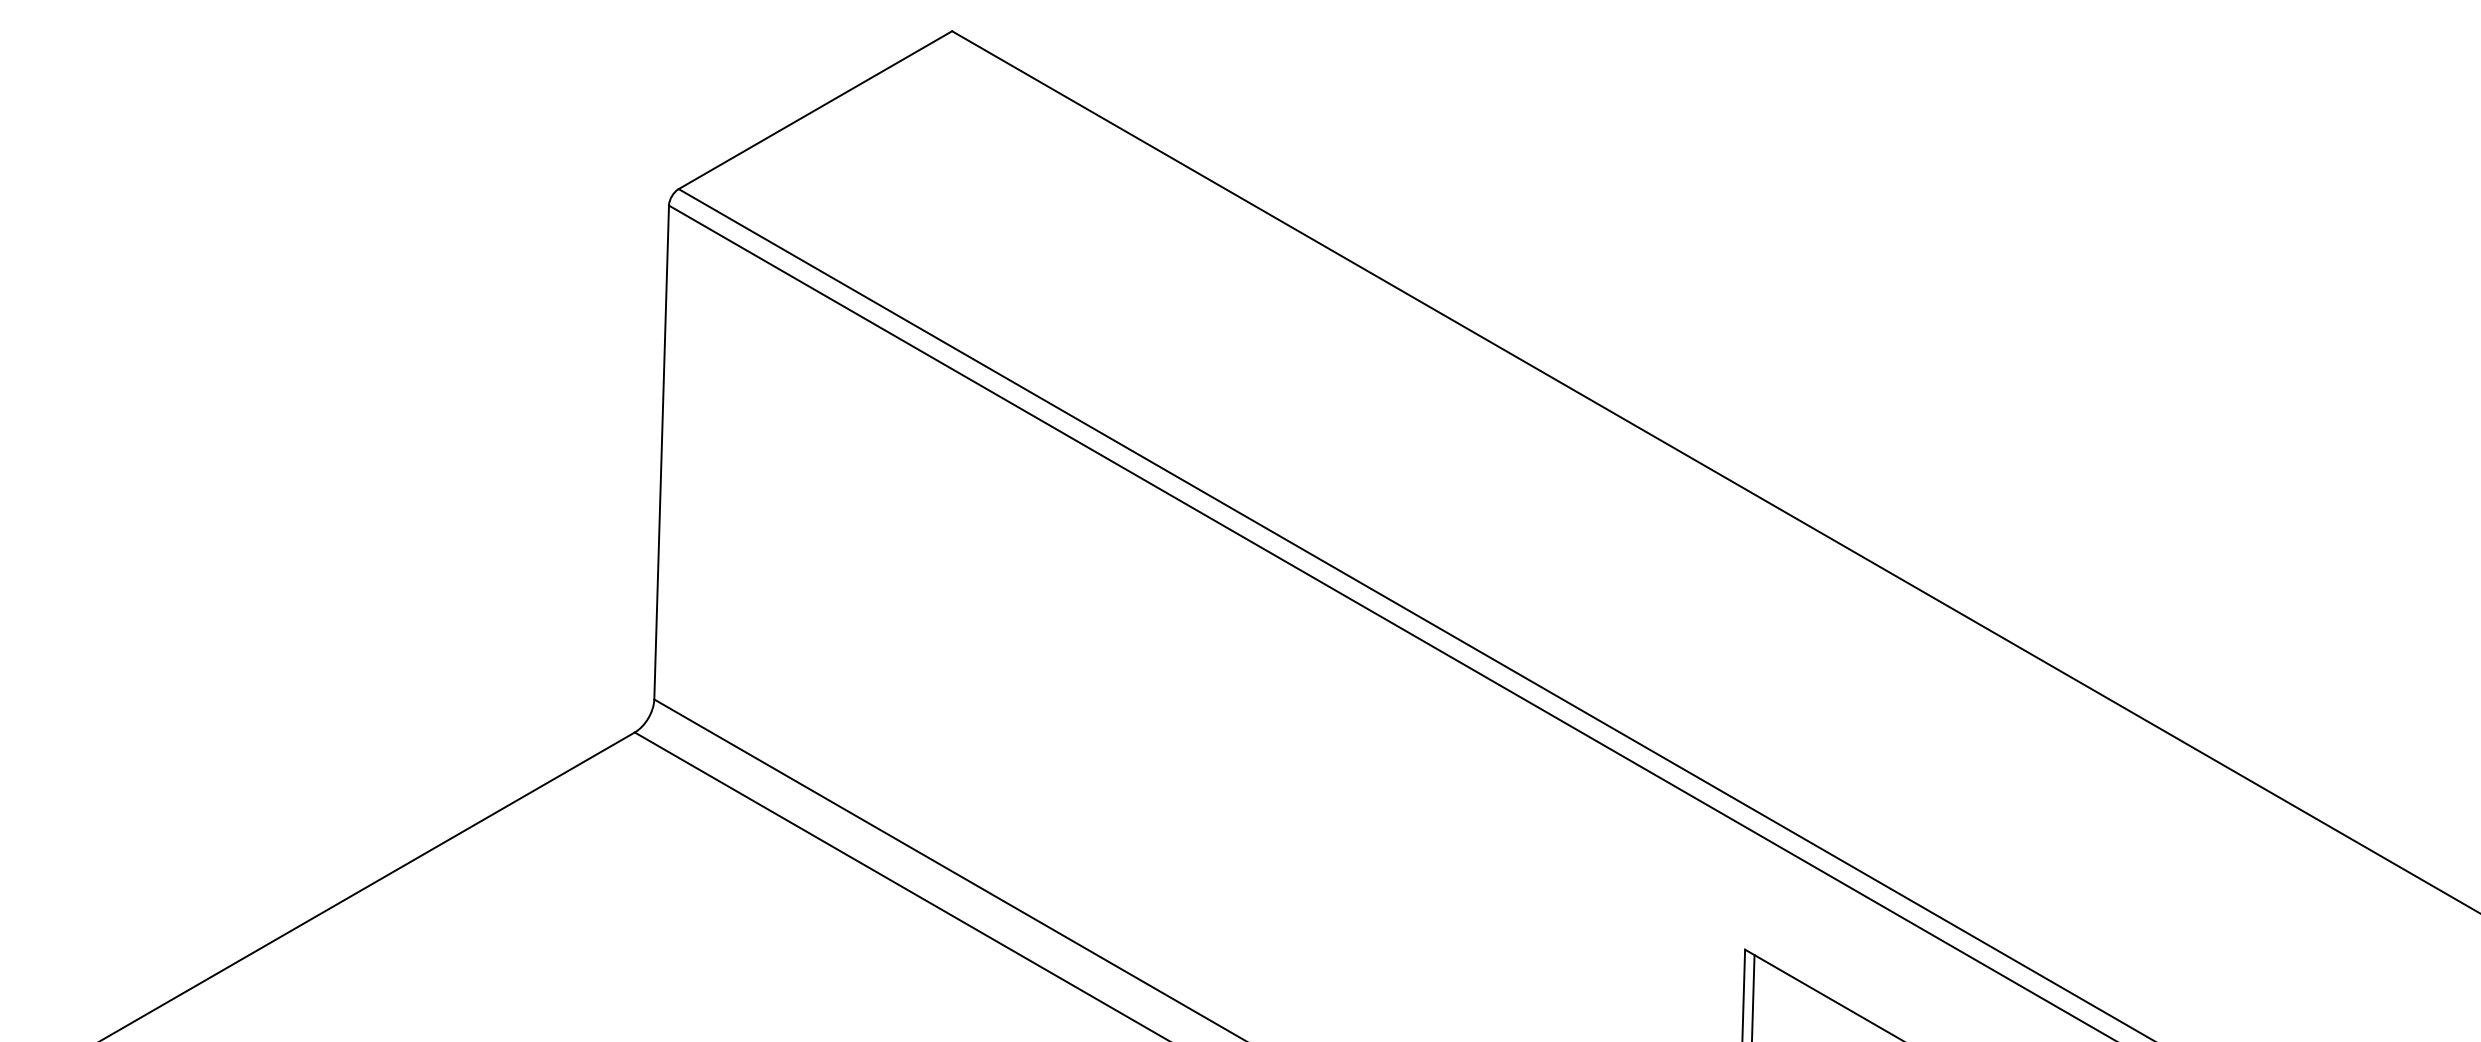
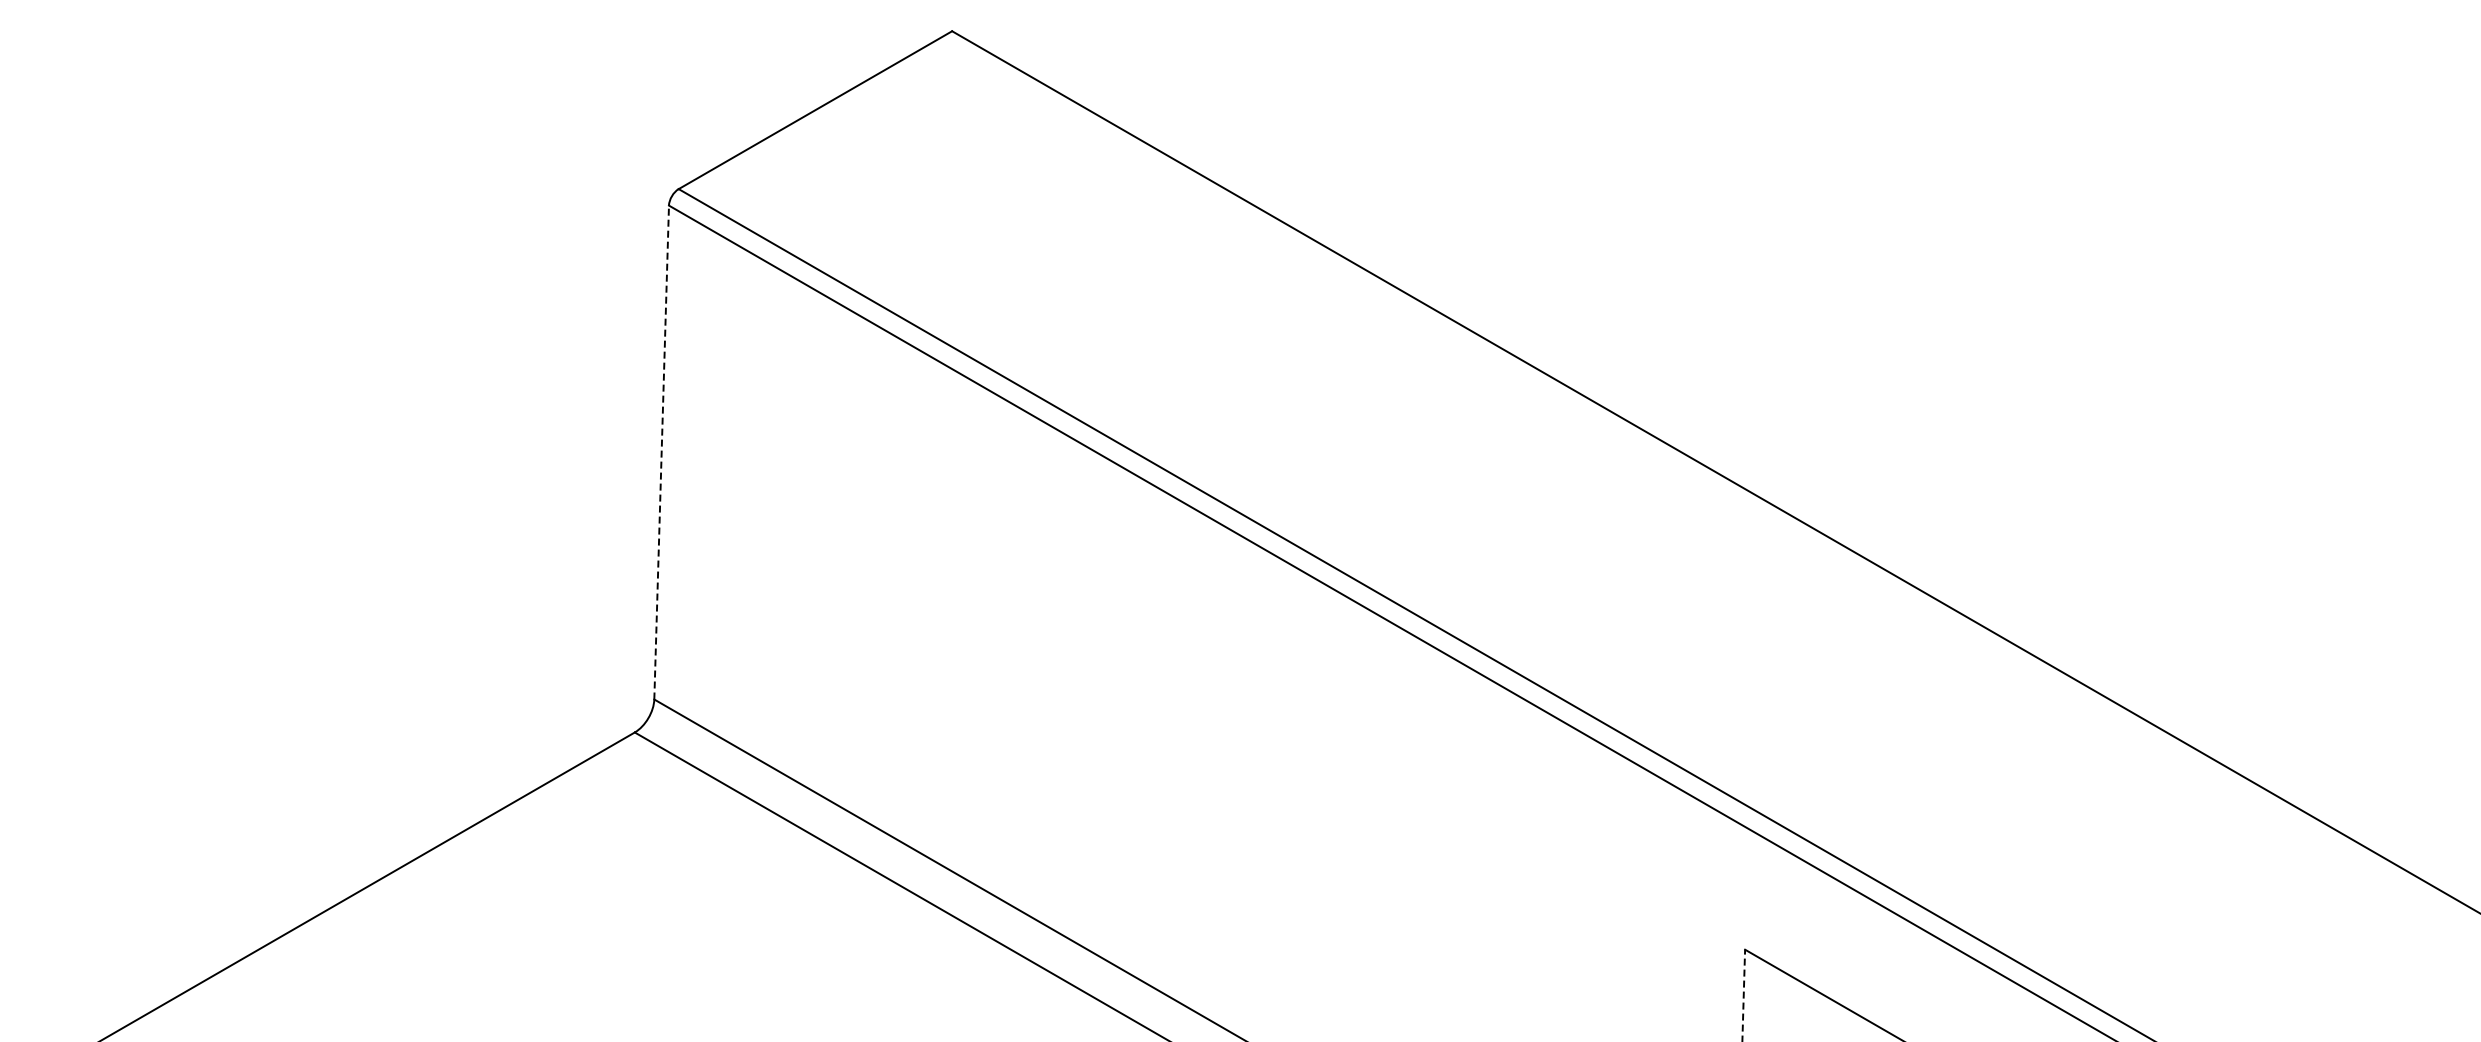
line at (661, 452): solid -> dashed
line at (1743, 995): solid -> dashed
line at (1753, 996): present -> none
